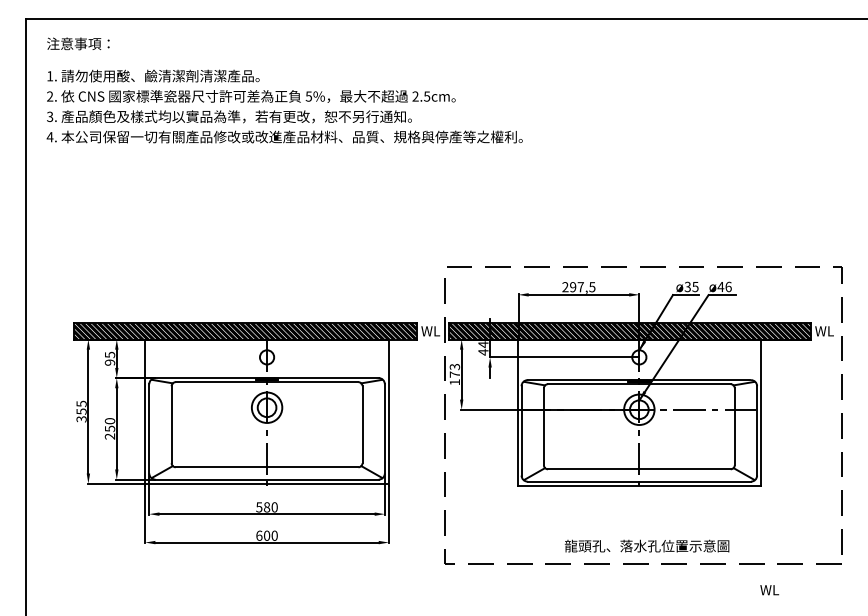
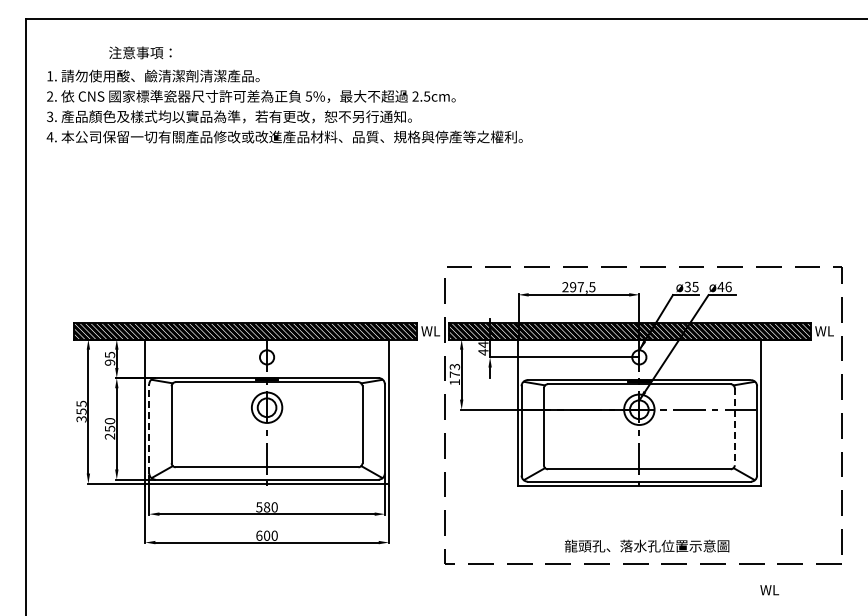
text at (78, 43) position: (78, 43) -> (140, 52)
line at (734, 427): solid -> dashed
line at (149, 428): solid -> dashed
